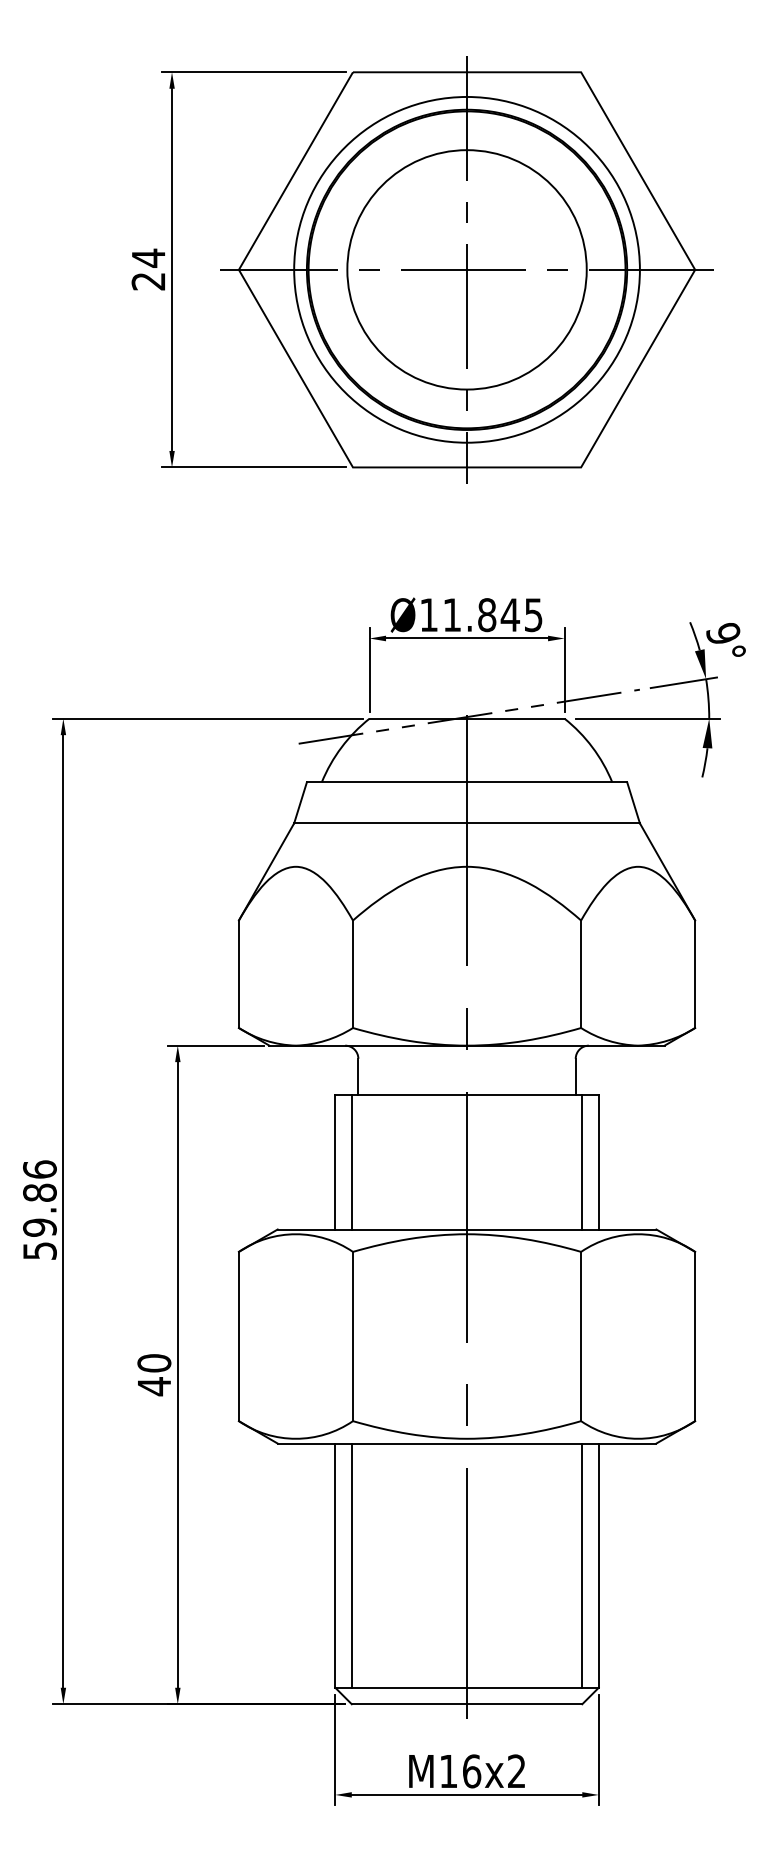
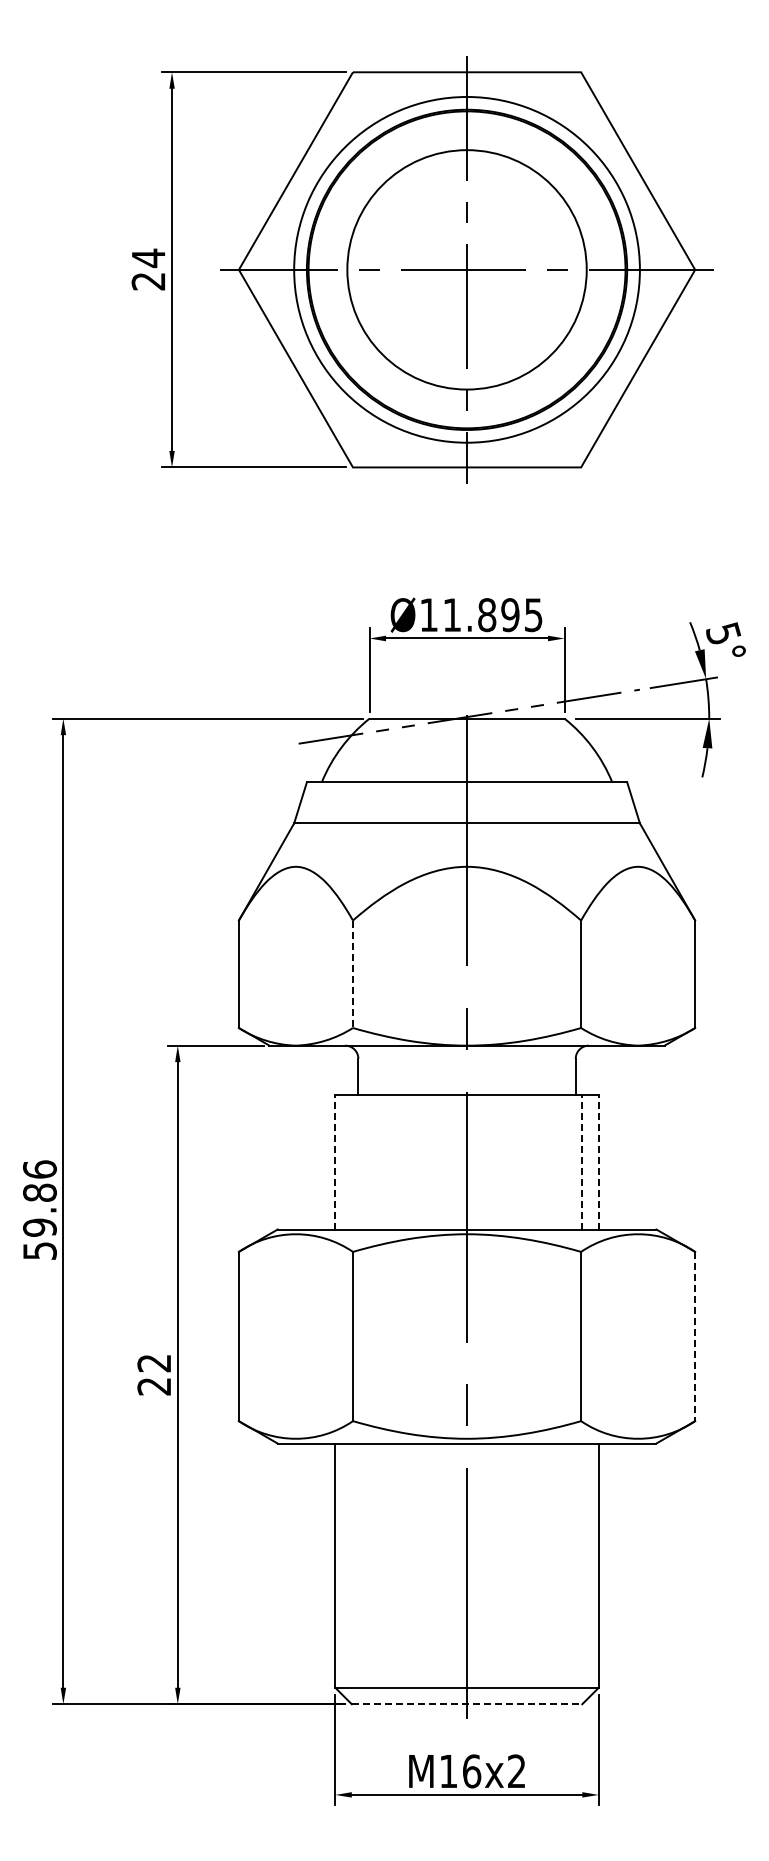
text at (510, 615): Ø11.845 -> Ø11.895
text at (723, 633): 9° -> 5°
line at (352, 974): solid -> dashed
line at (335, 1161): solid -> dashed
line at (582, 1161): solid -> dashed
line at (598, 1161): solid -> dashed
line at (351, 1162): present -> none
line at (695, 1336): solid -> dashed
text at (154, 1375): 40 -> 22
line at (351, 1565): present -> none
line at (582, 1565): present -> none
line at (467, 1704): solid -> dashed
